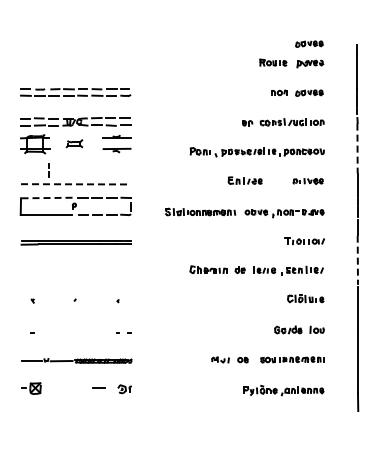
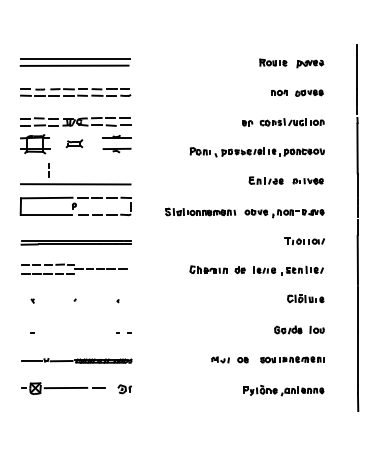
part at (309, 43): present -> none
line at (74, 58): none -> present
line at (74, 65): none -> present
line at (357, 148): dashed -> solid
part at (244, 180) position: (244, 180) -> (265, 180)
line at (75, 184): dashed -> solid
line at (46, 198): dashed -> solid
line at (357, 260): dashed -> solid
part at (74, 268): none -> present
line at (65, 387): none -> present
